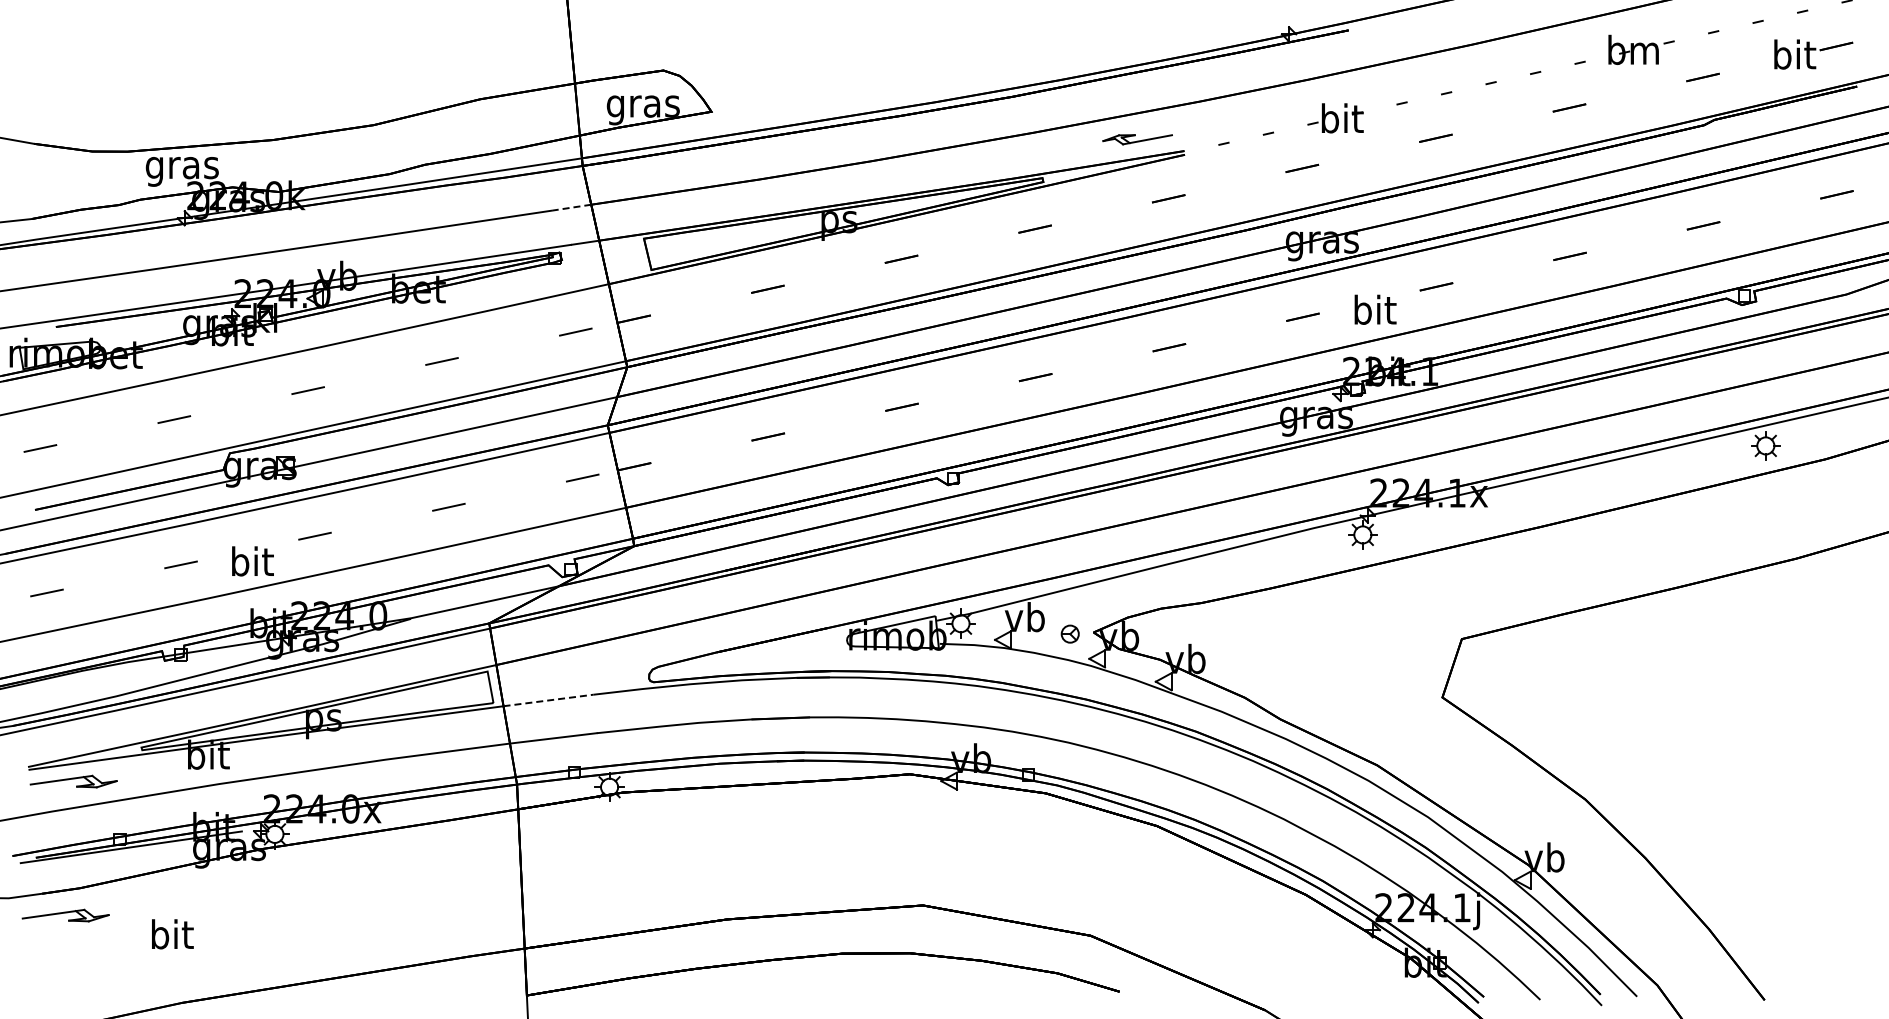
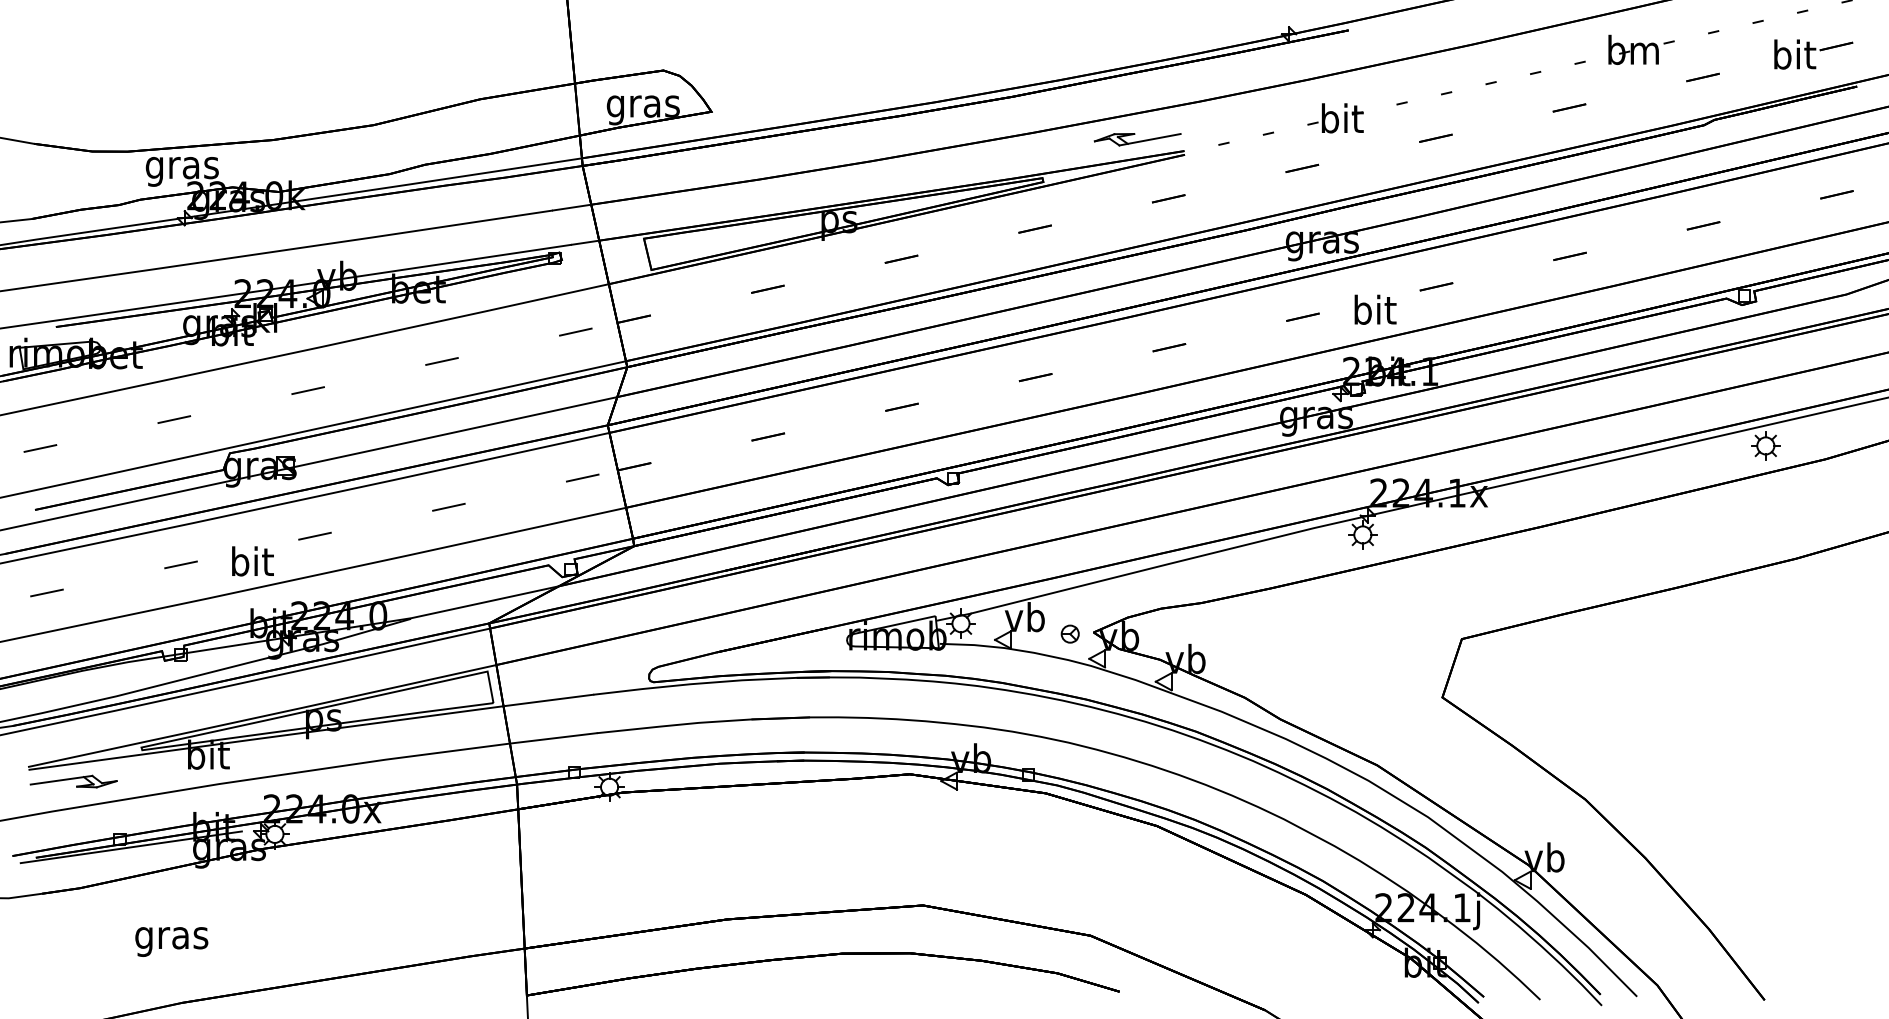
part at (1137, 139) size: 71x12 px -> 89x14 px
line at (571, 207): dashed -> solid
line at (548, 700): dashed -> solid
part at (65, 915): present -> none
text at (171, 937): bit -> gras
